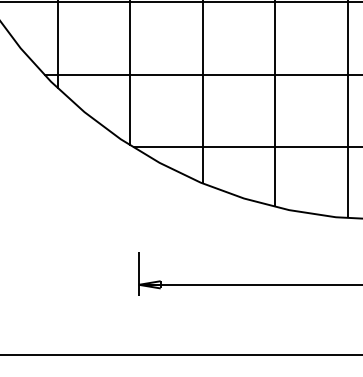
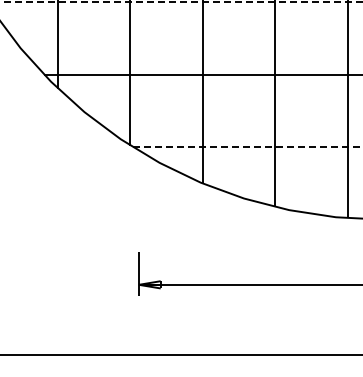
line at (181, 2): solid -> dashed
line at (247, 147): solid -> dashed
